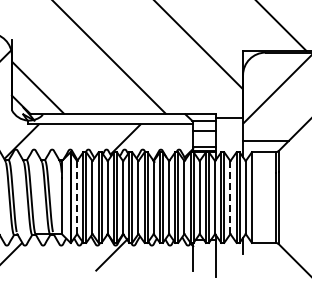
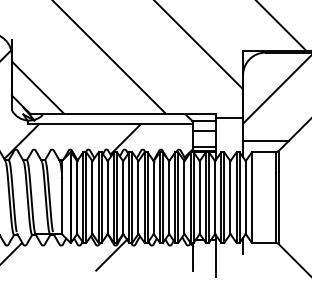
line at (77, 198): dashed -> solid
line at (230, 198): dashed -> solid
